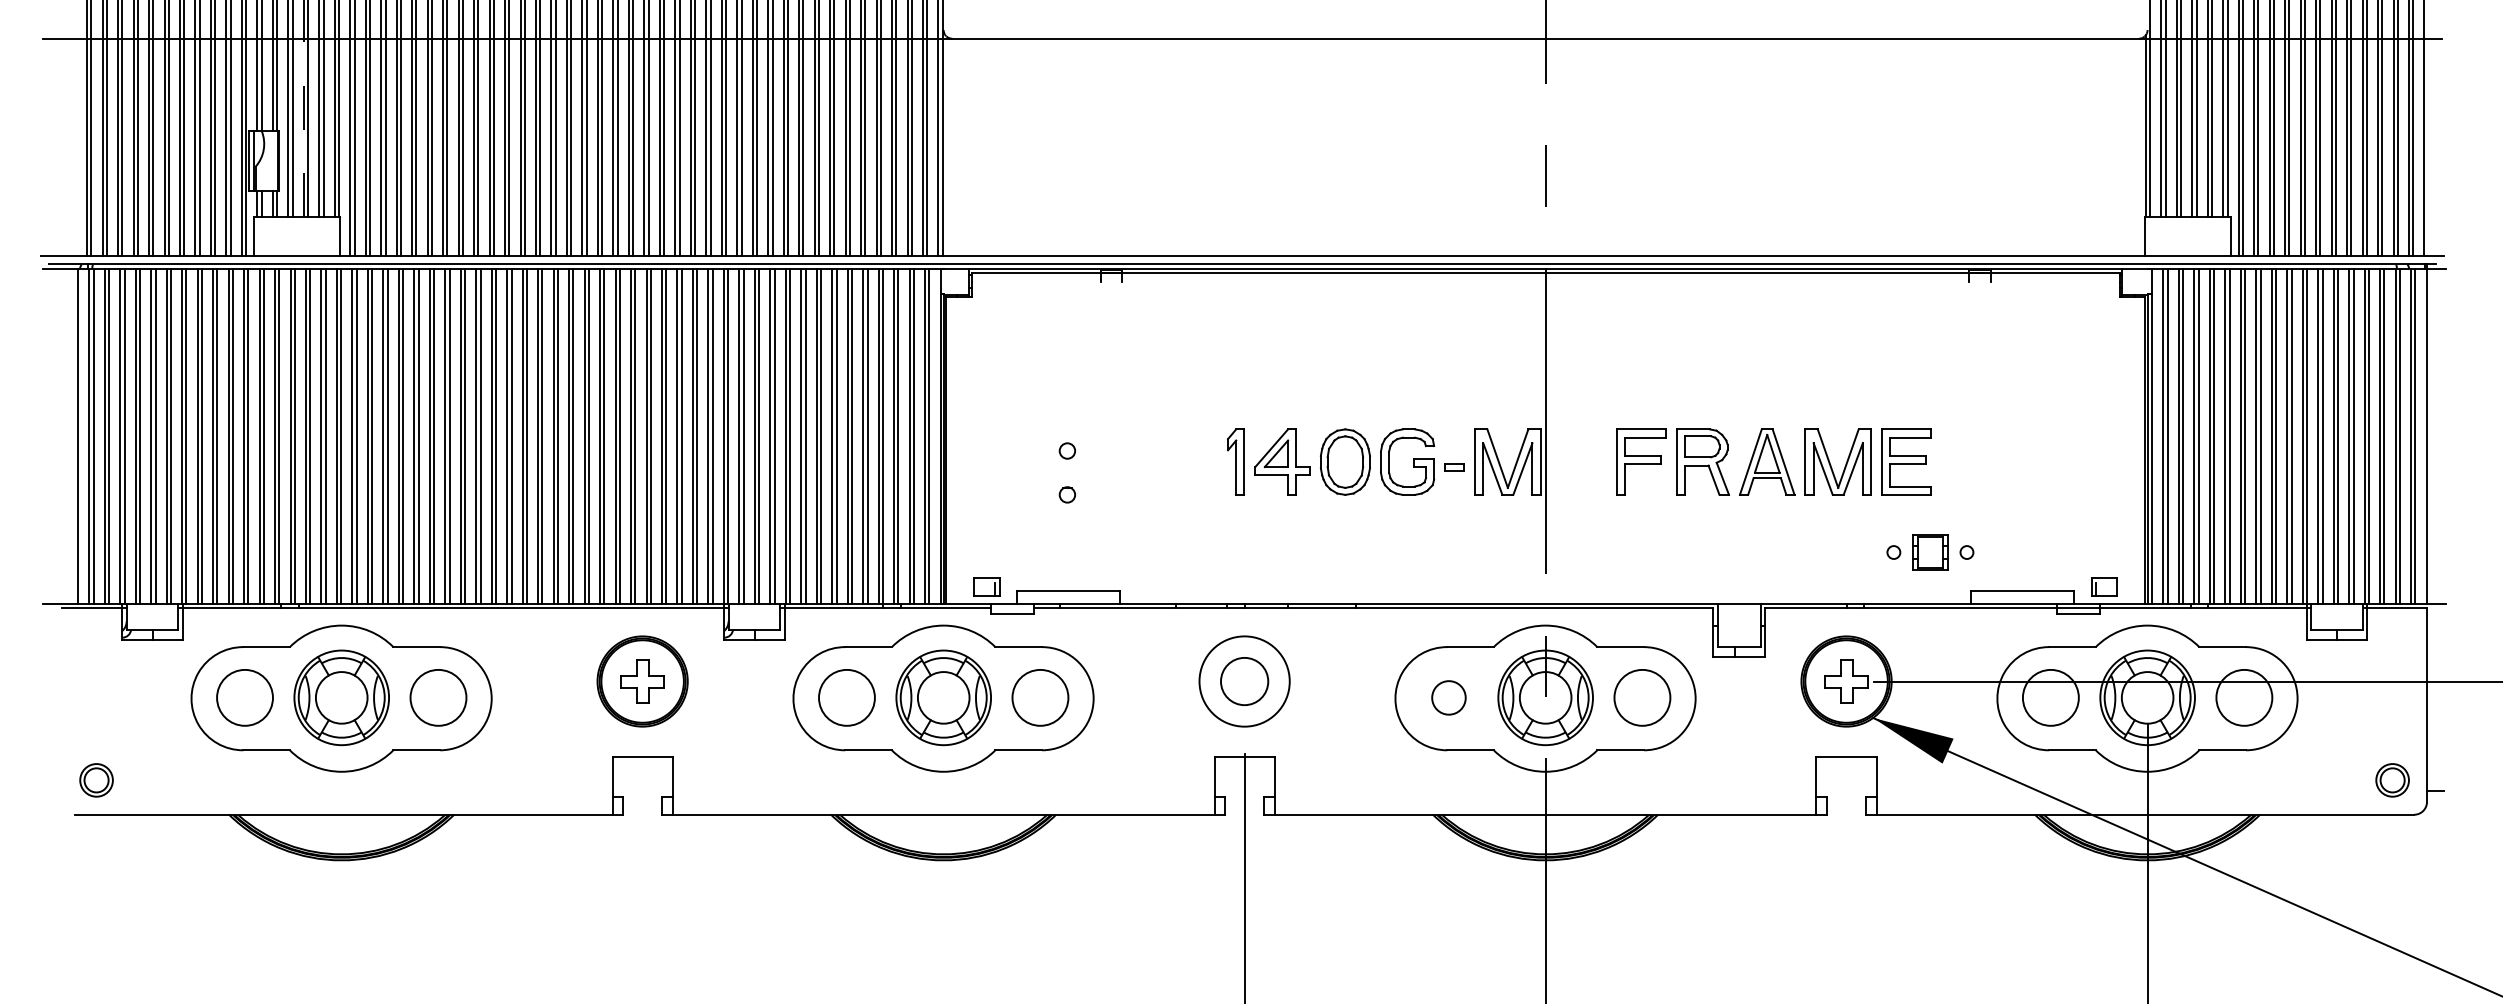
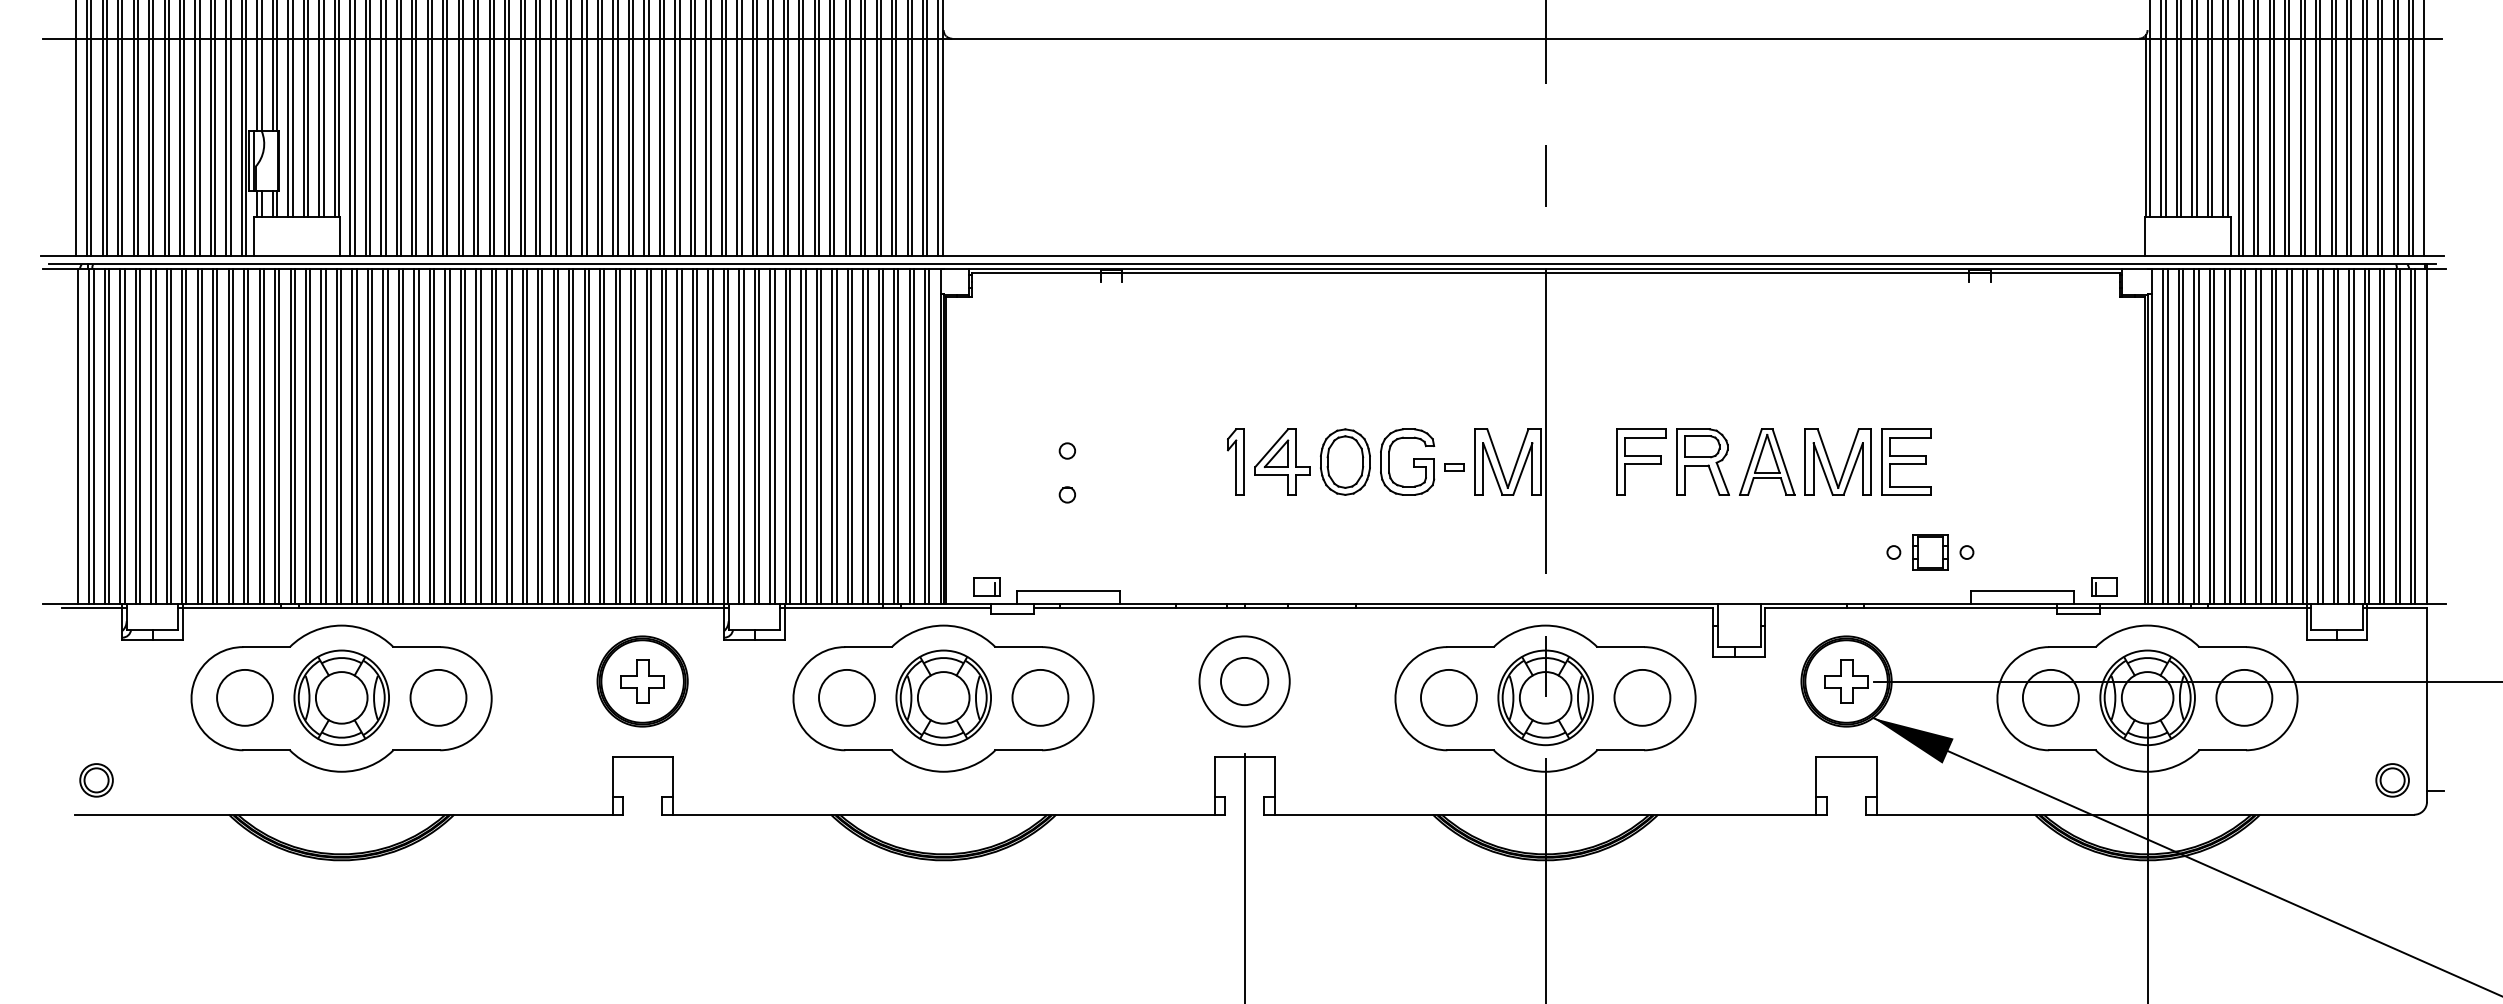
line at (303, 108): dashed -> solid
line at (75, 128): none -> present
circle at (1448, 697) size: 36x36 px -> 58x58 px
